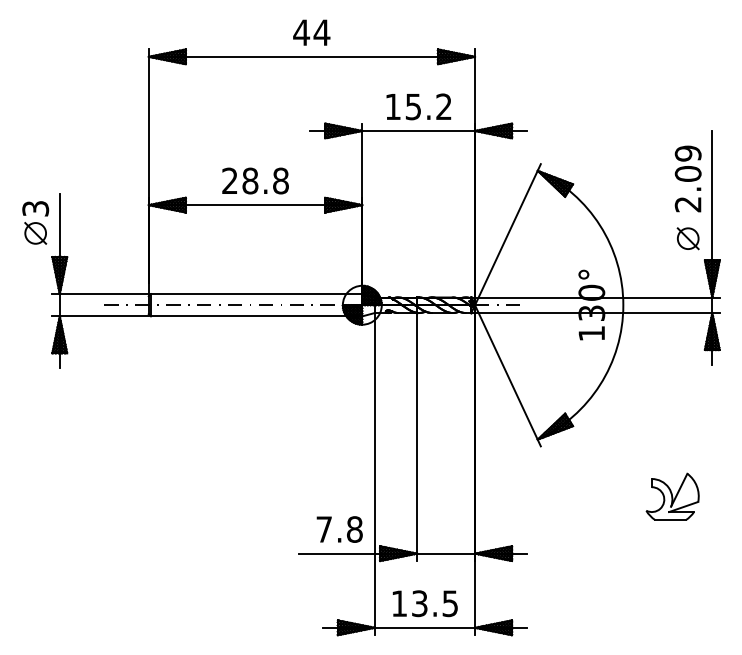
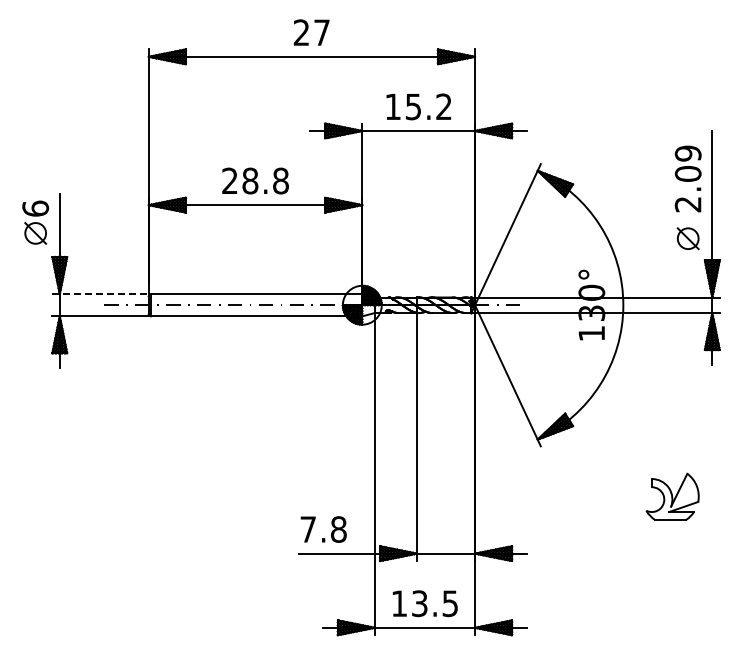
text at (311, 32): 44 -> 27
text at (35, 208): 3 -> 6
line at (101, 294): solid -> dashed
text at (339, 529) position: (339, 529) -> (323, 529)
